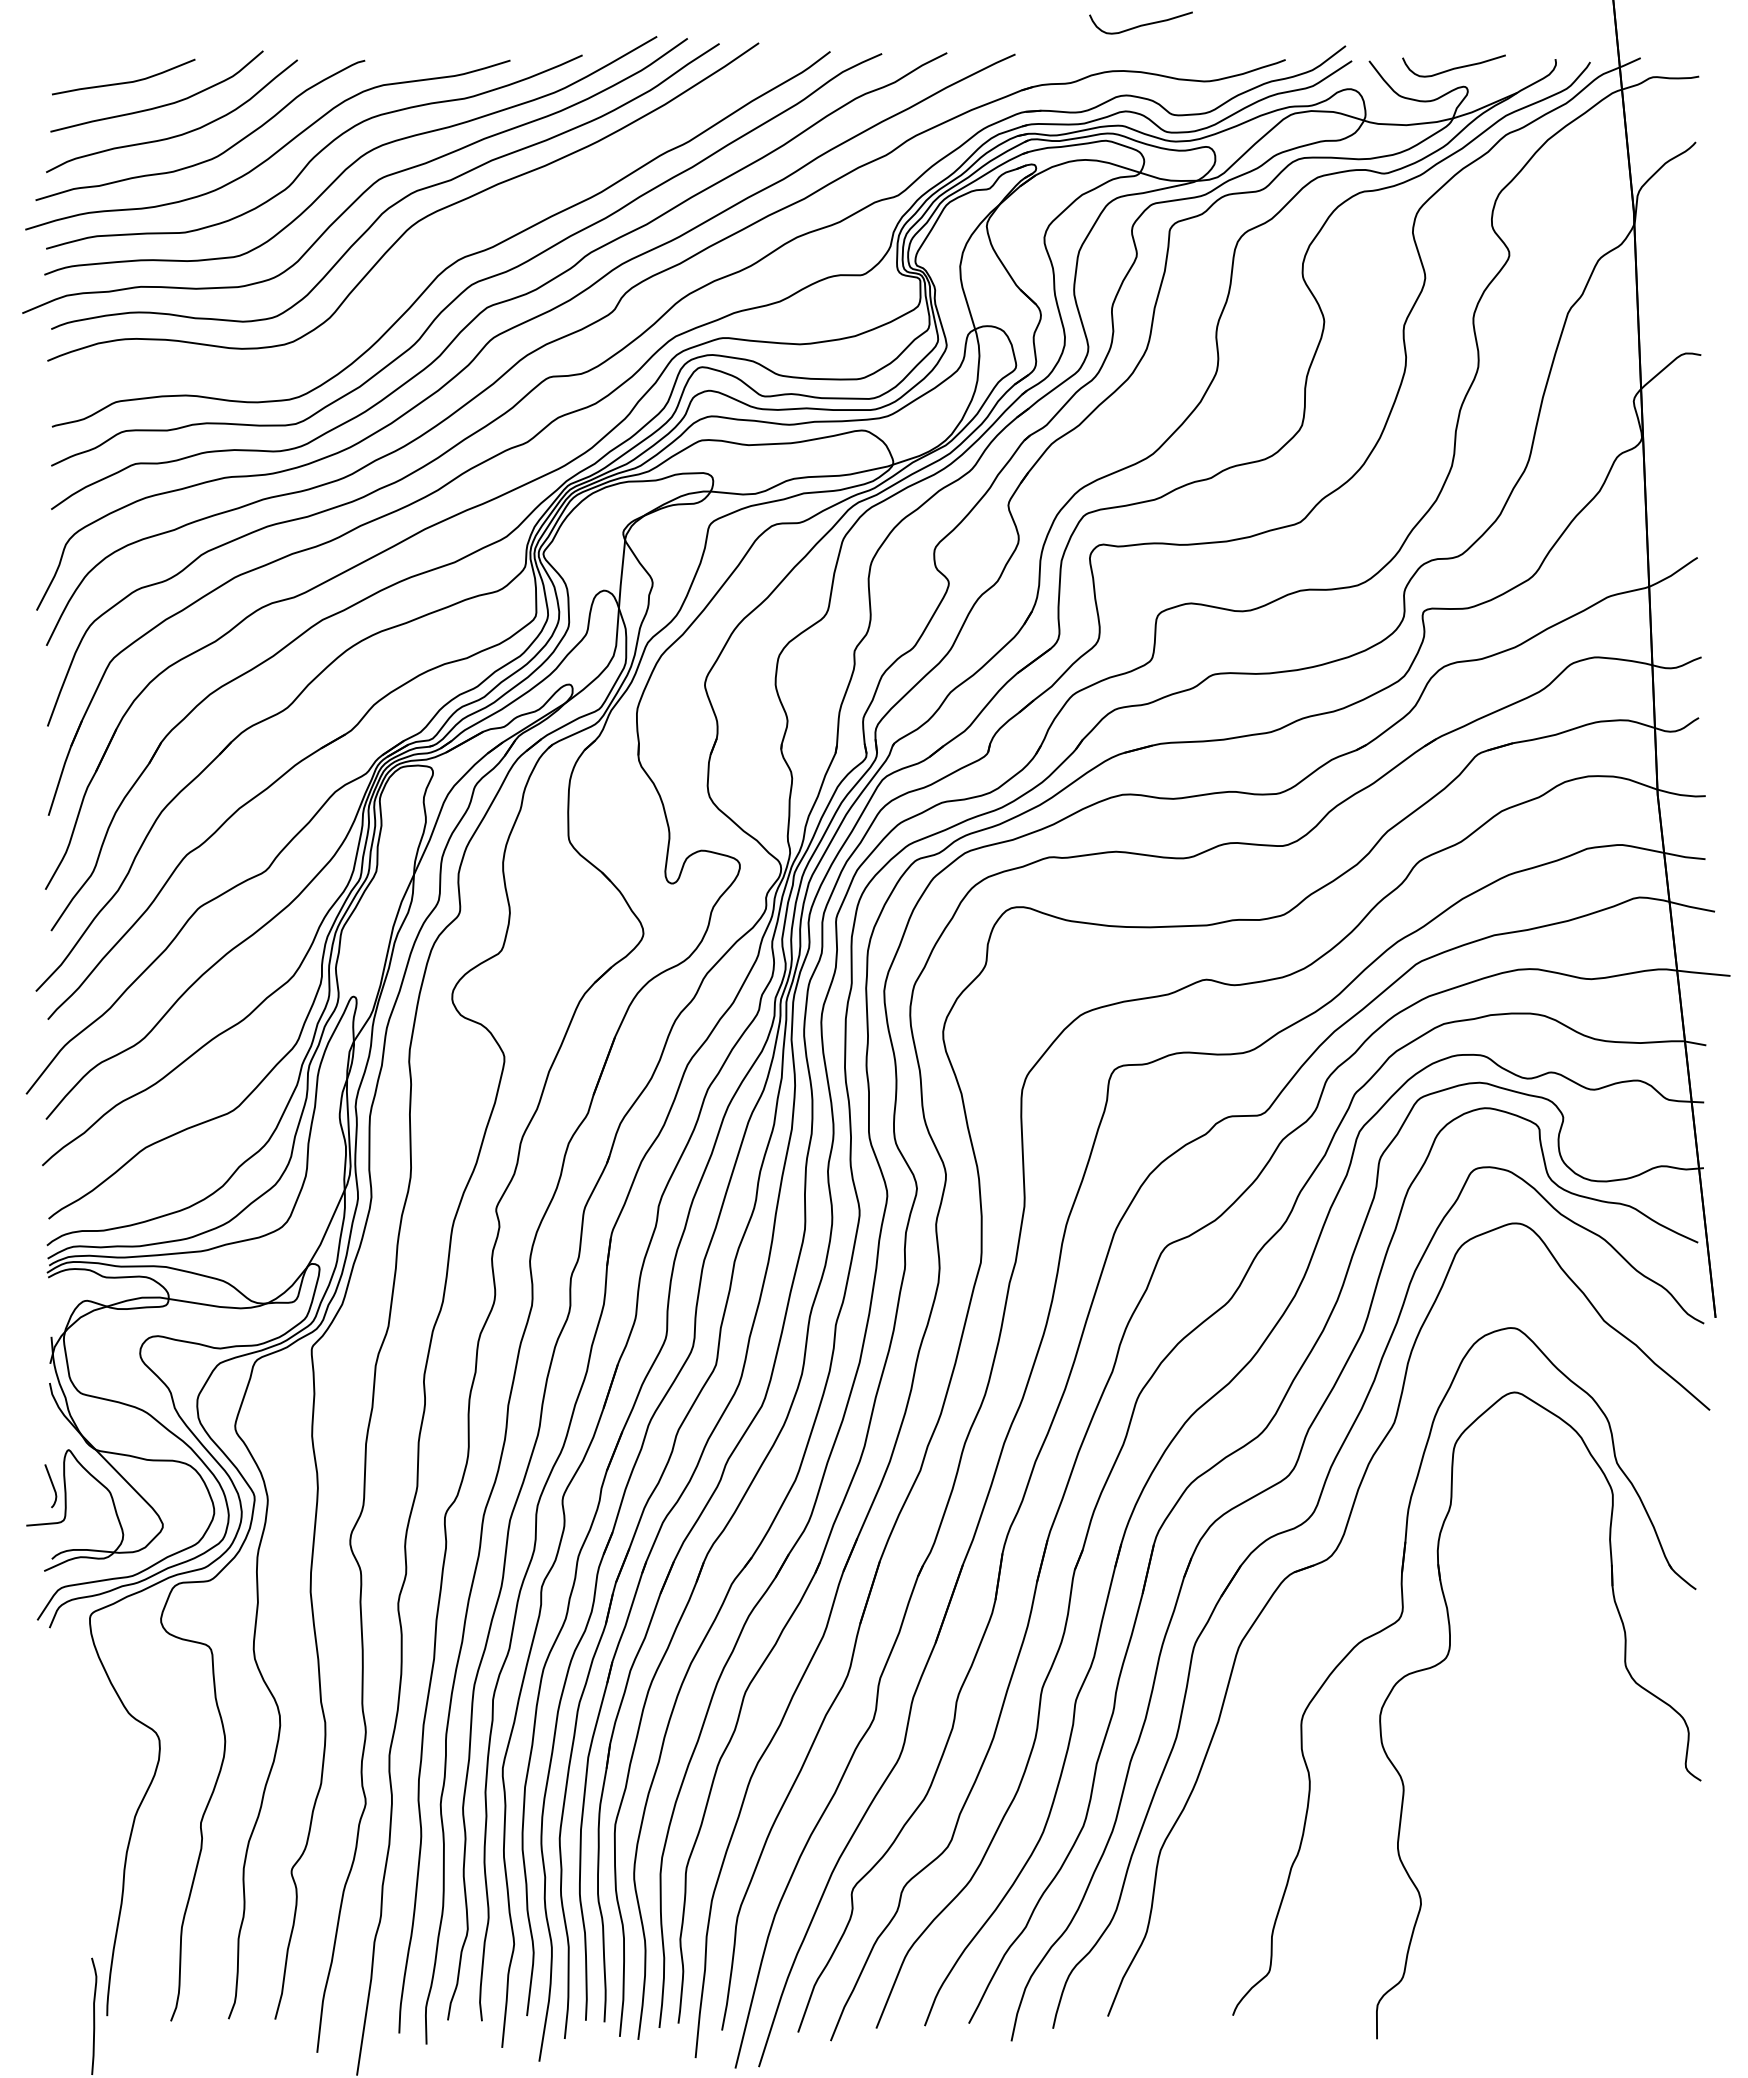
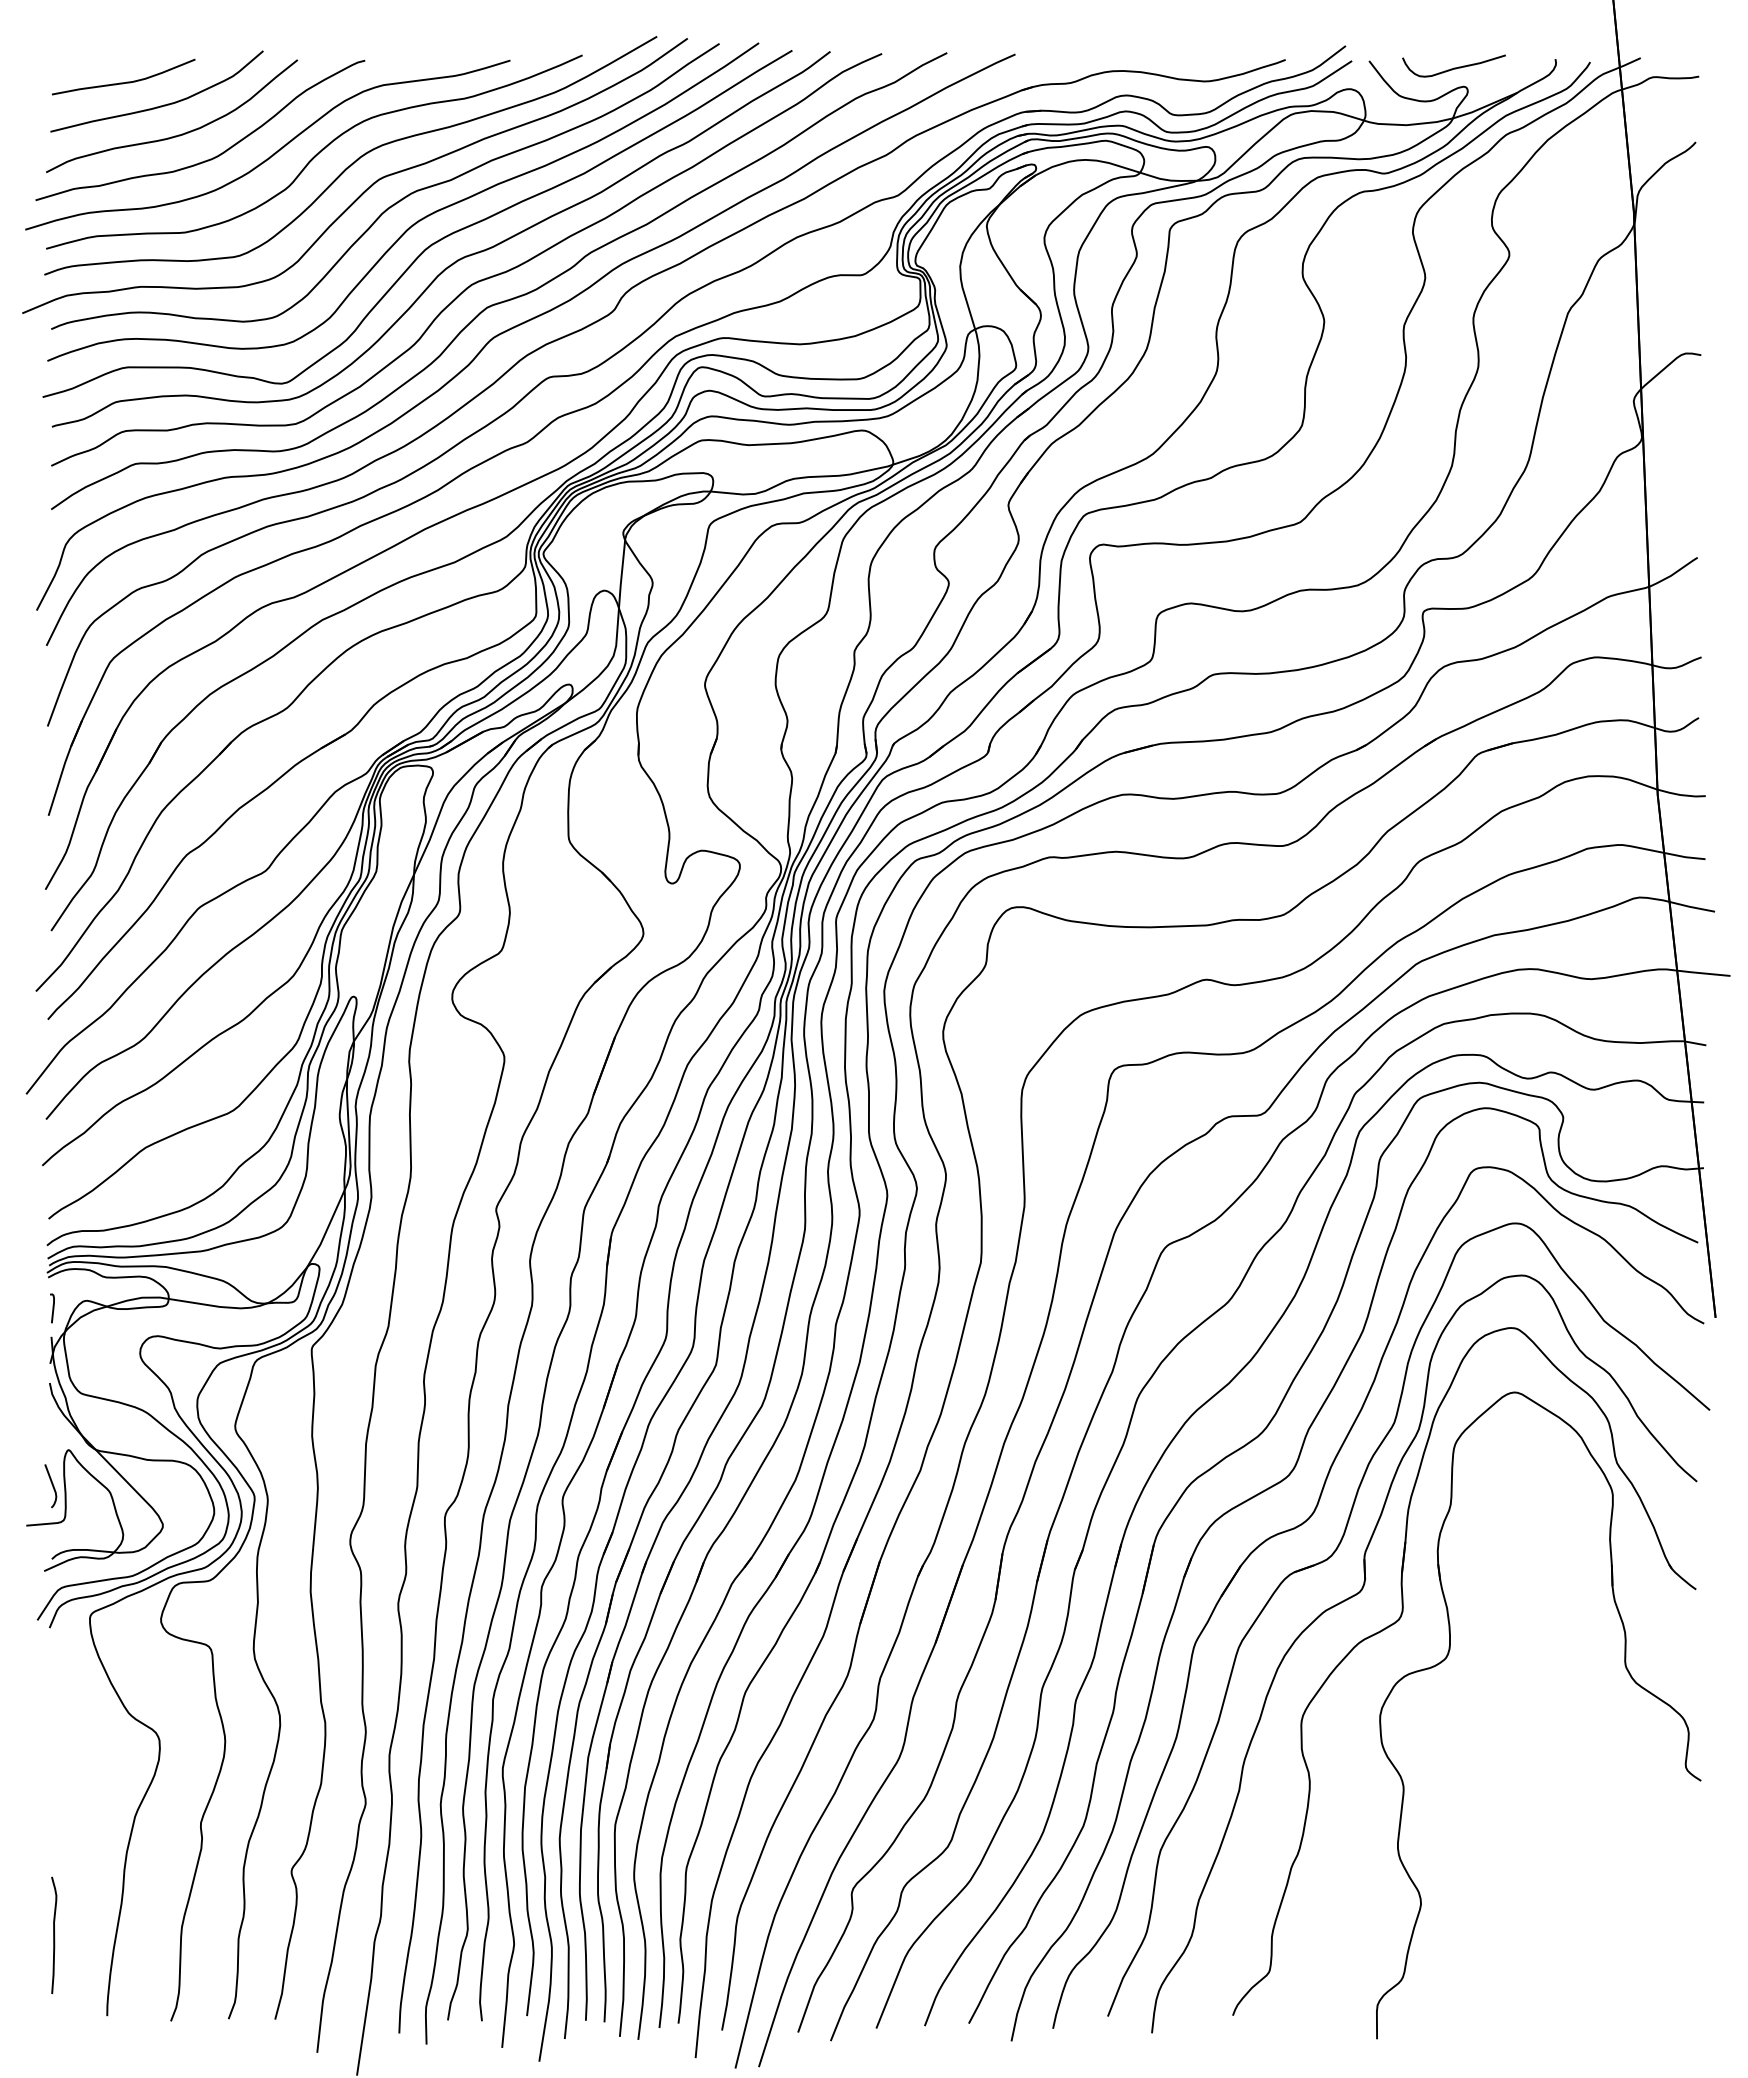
curve at (1141, 24): present -> none
curve at (430, 244): none -> present
curve at (52, 1308): none -> present
part at (1362, 1590): none -> present
curve at (94, 2015) position: (94, 2015) -> (54, 1934)
